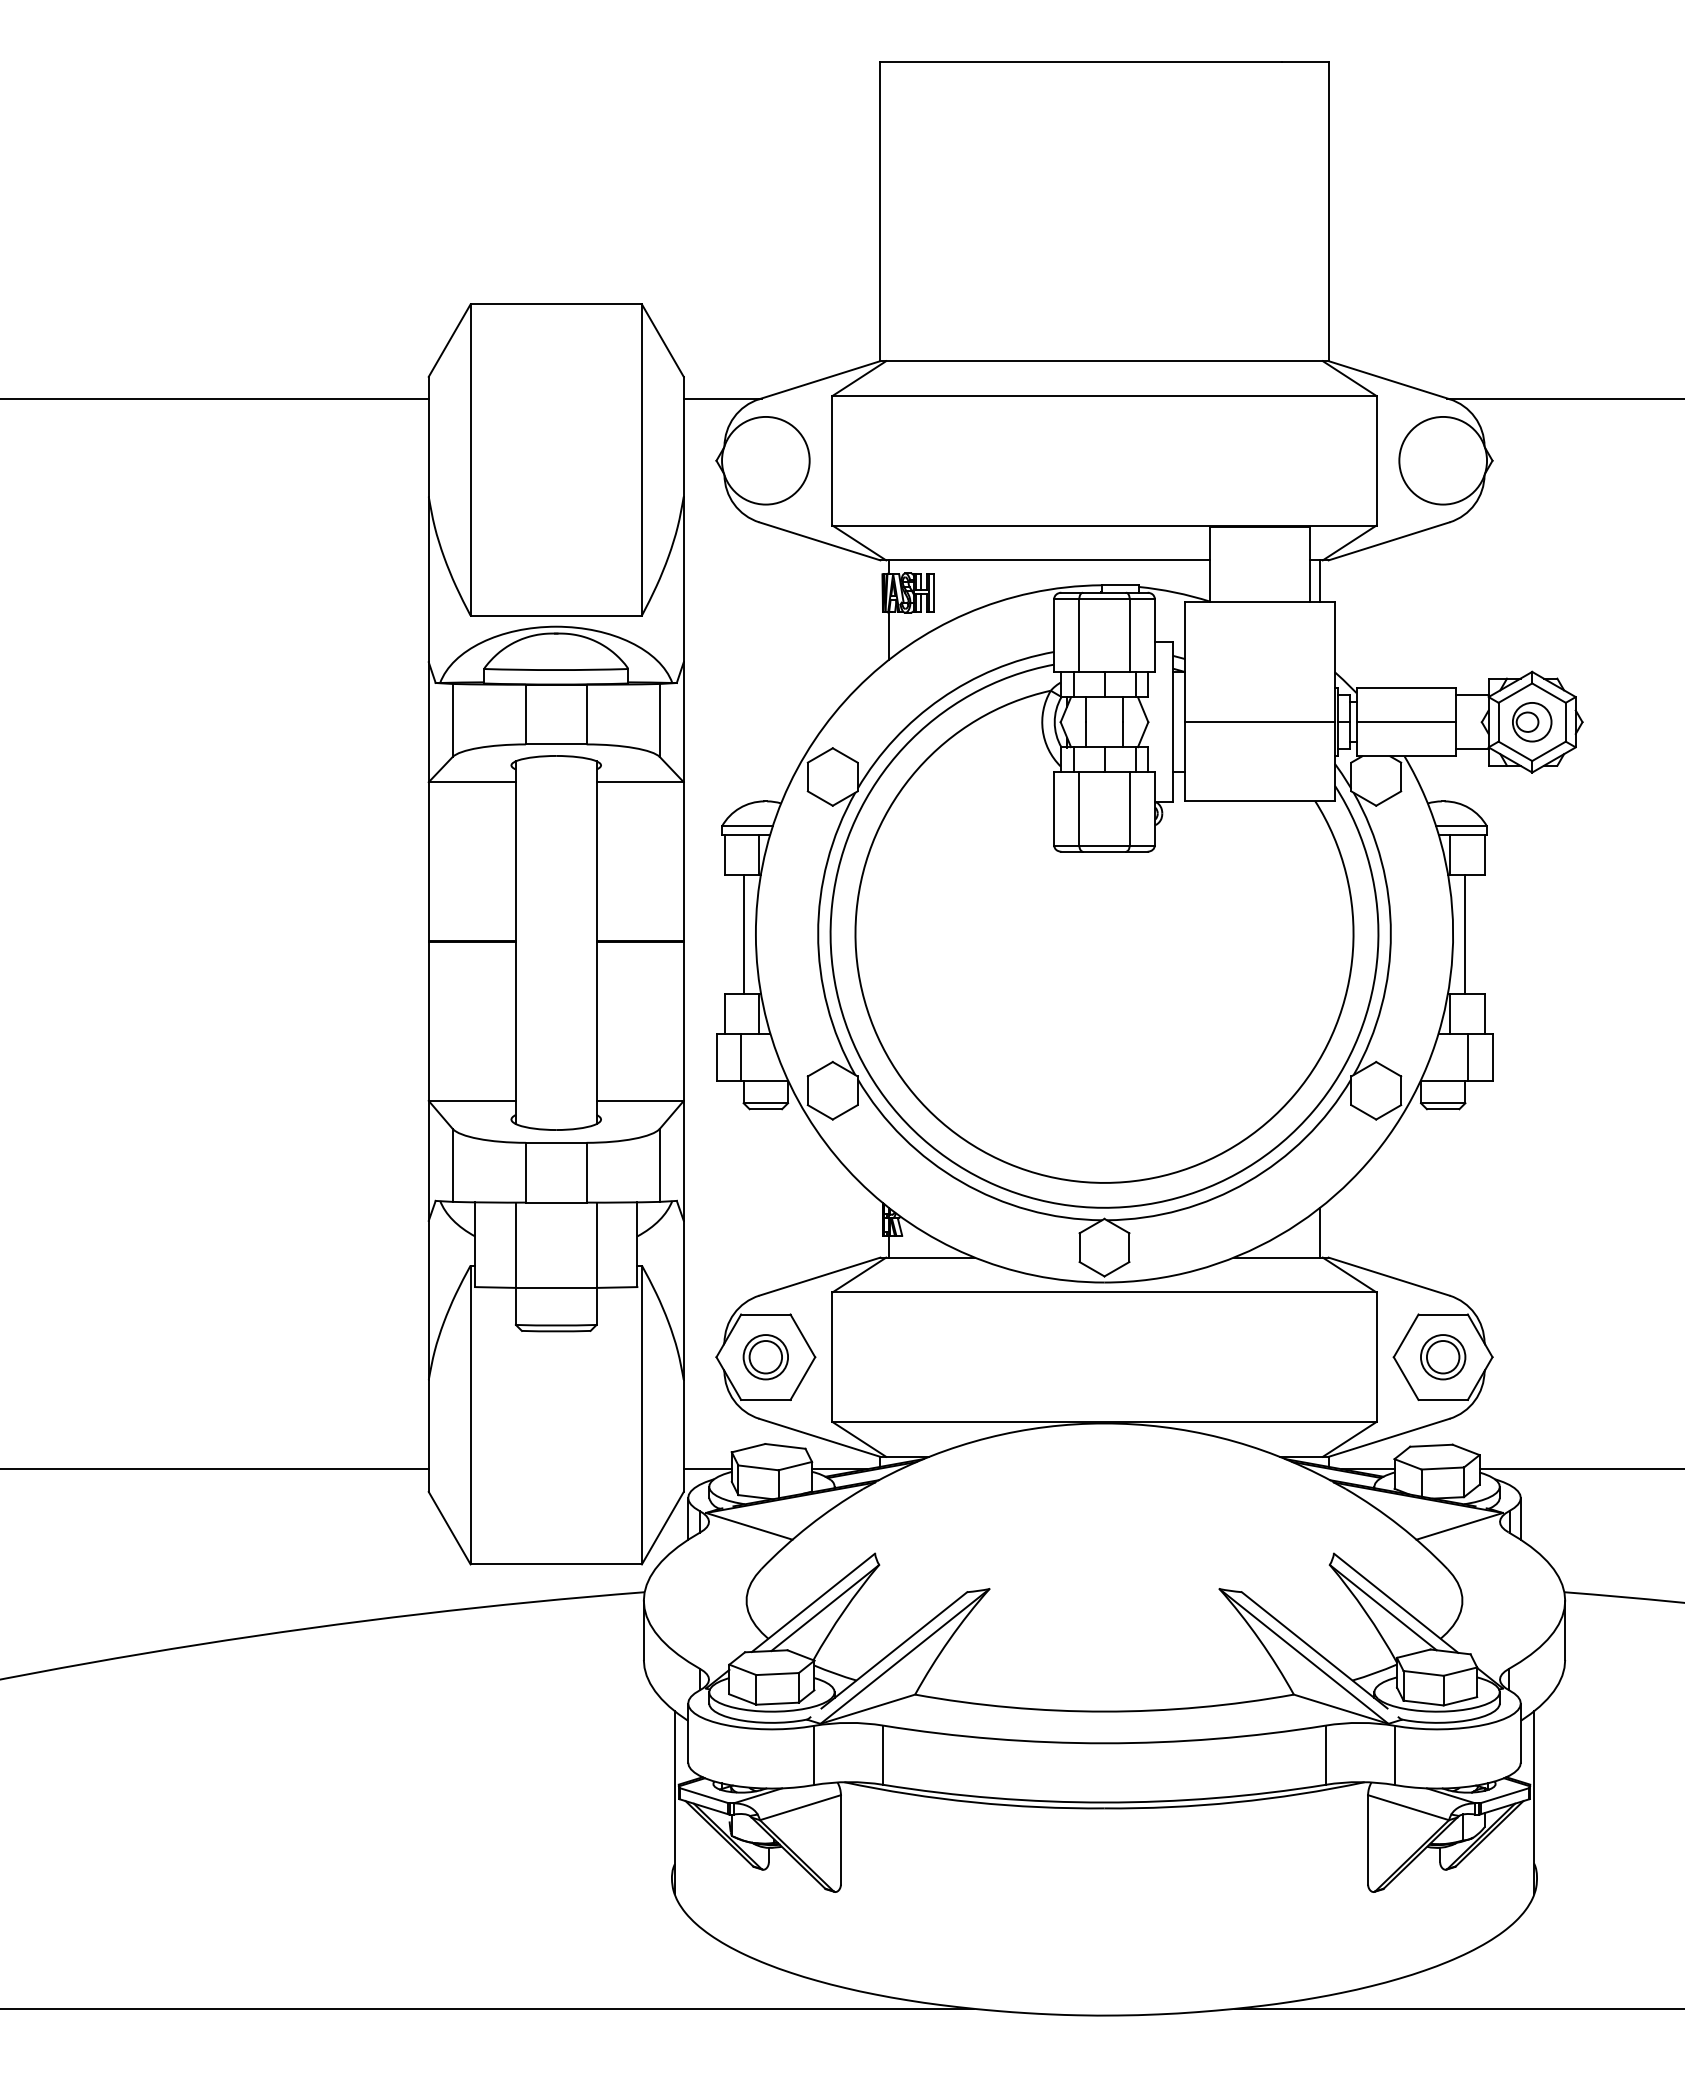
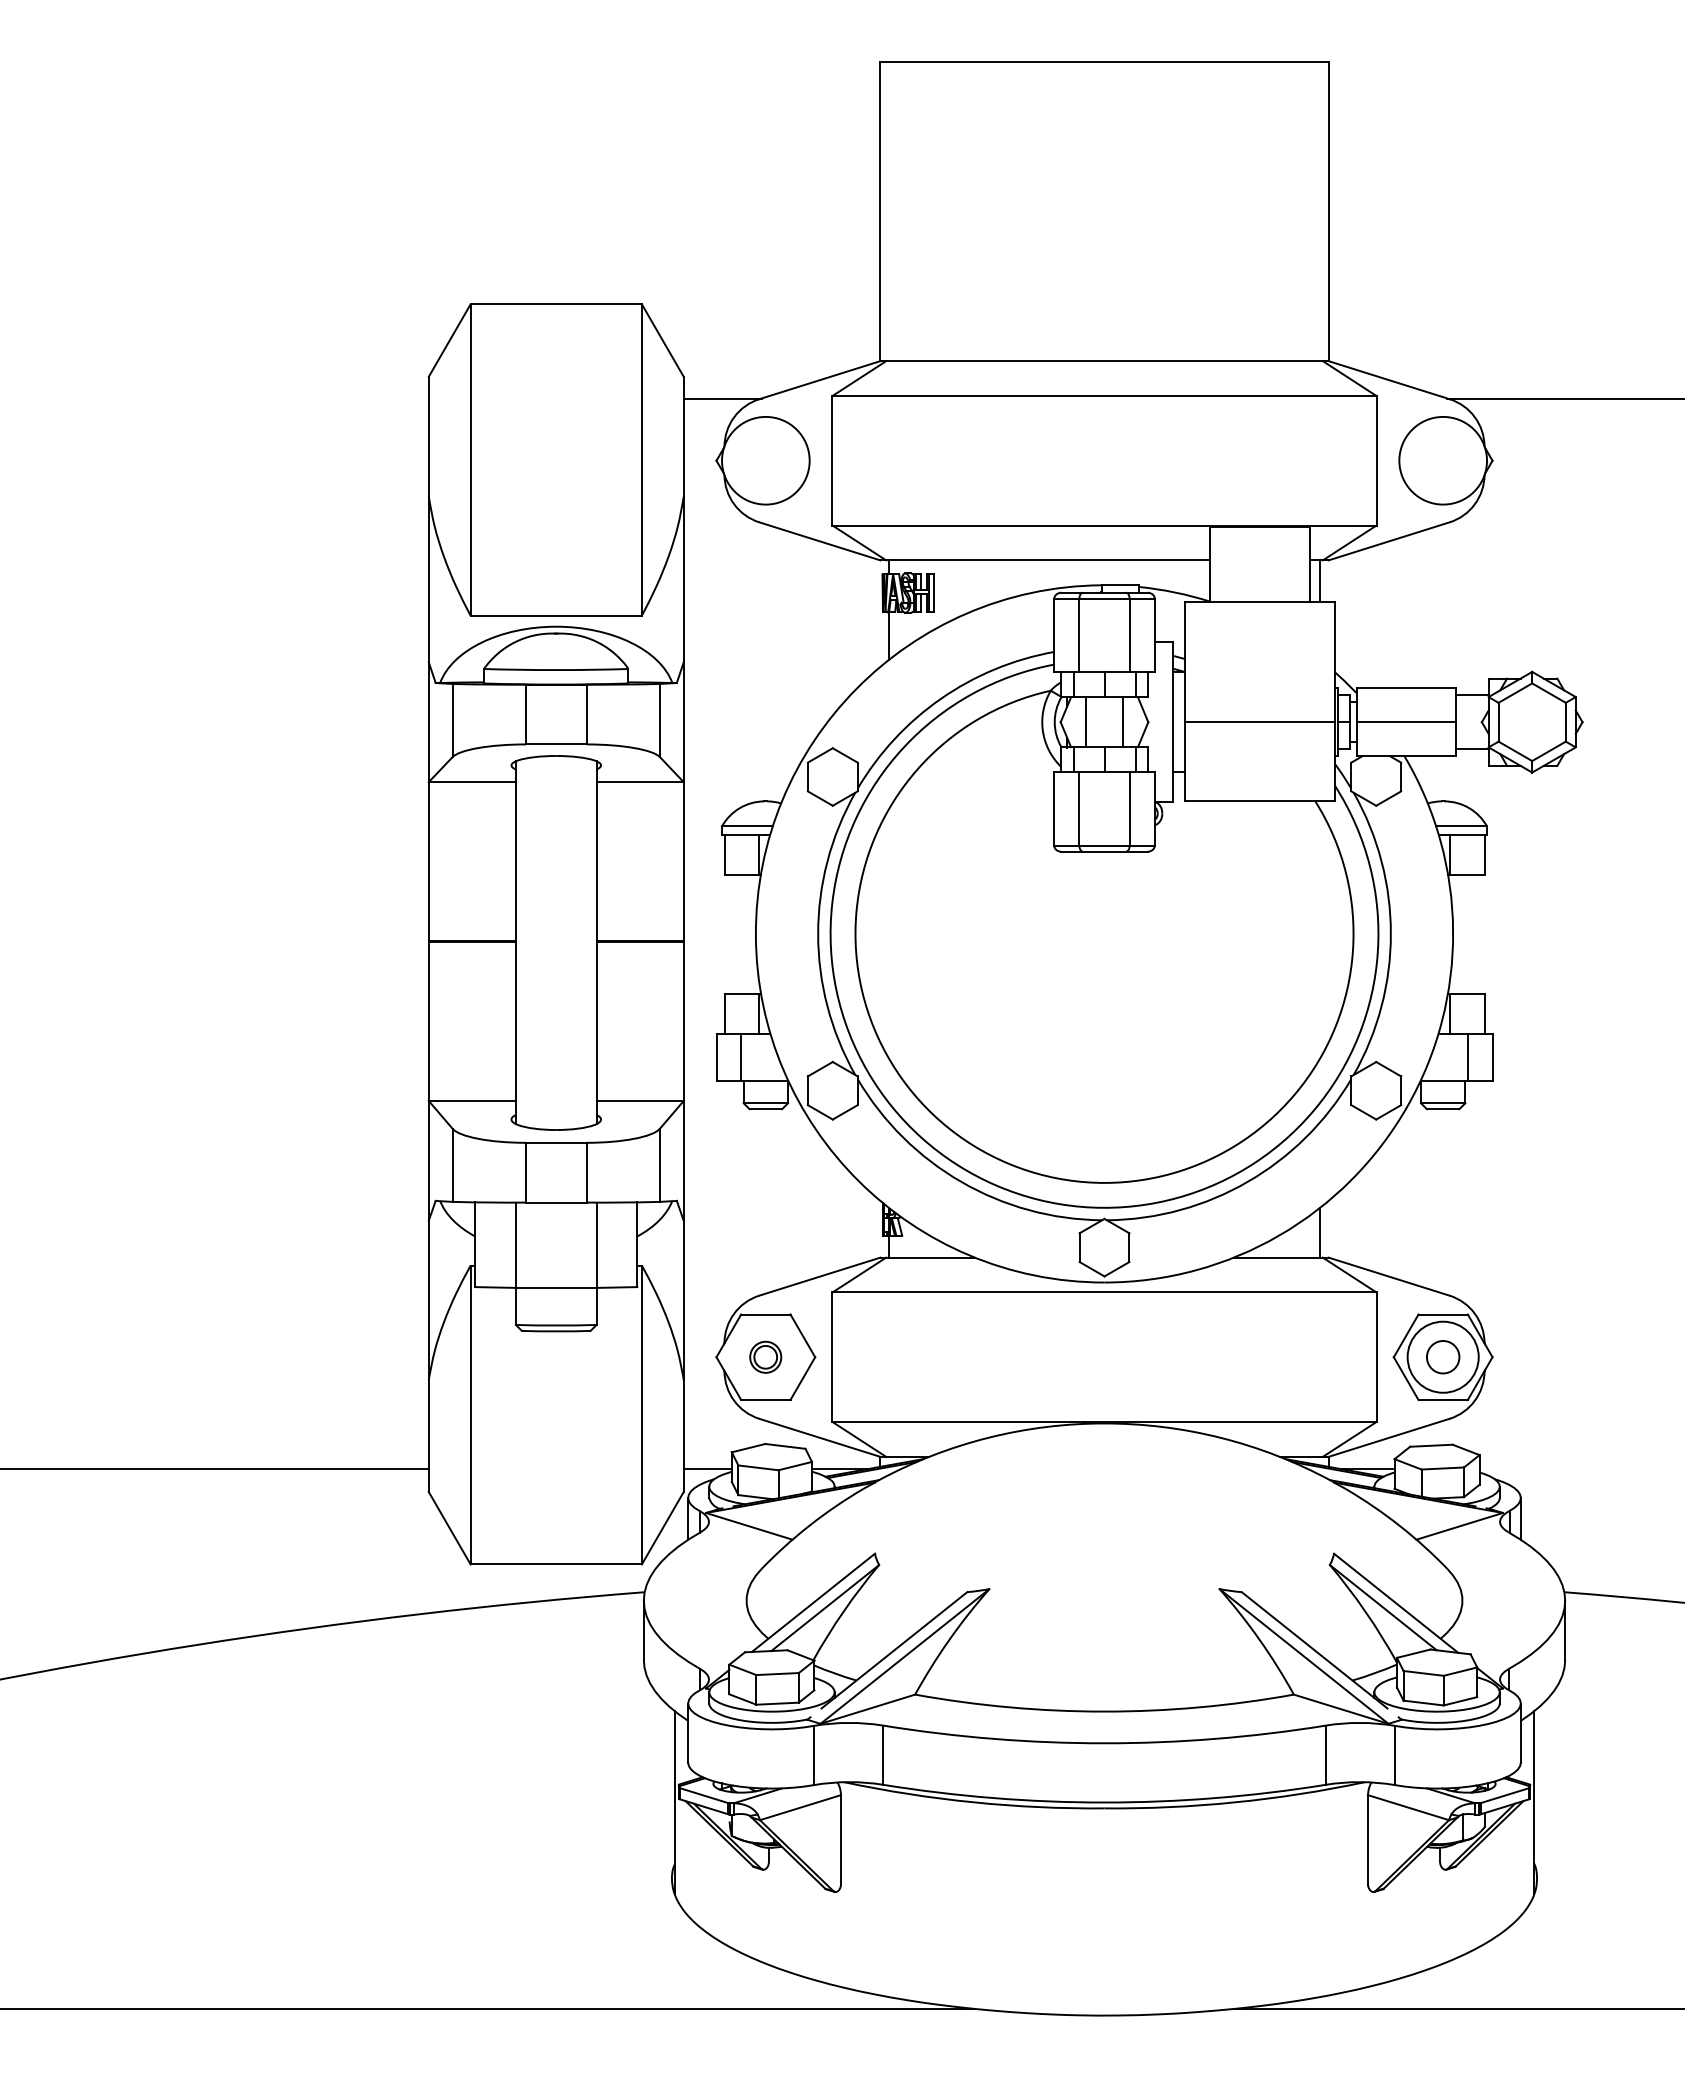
line at (215, 398): present -> none
part at (1532, 722): present -> none
line at (743, 934): present -> none
line at (1465, 934): present -> none
part at (765, 1357) size: 47x47 px -> 34x34 px
circle at (1442, 1357) diameter: 44 px -> 71 px
line at (1580, 1469): present -> none
